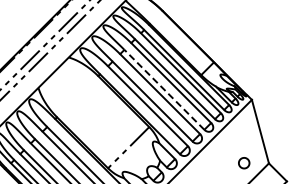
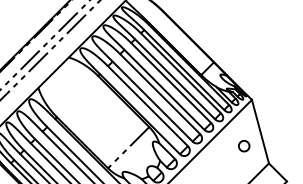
line at (164, 89): dashed -> solid
part at (244, 163) position: (244, 163) -> (244, 146)
